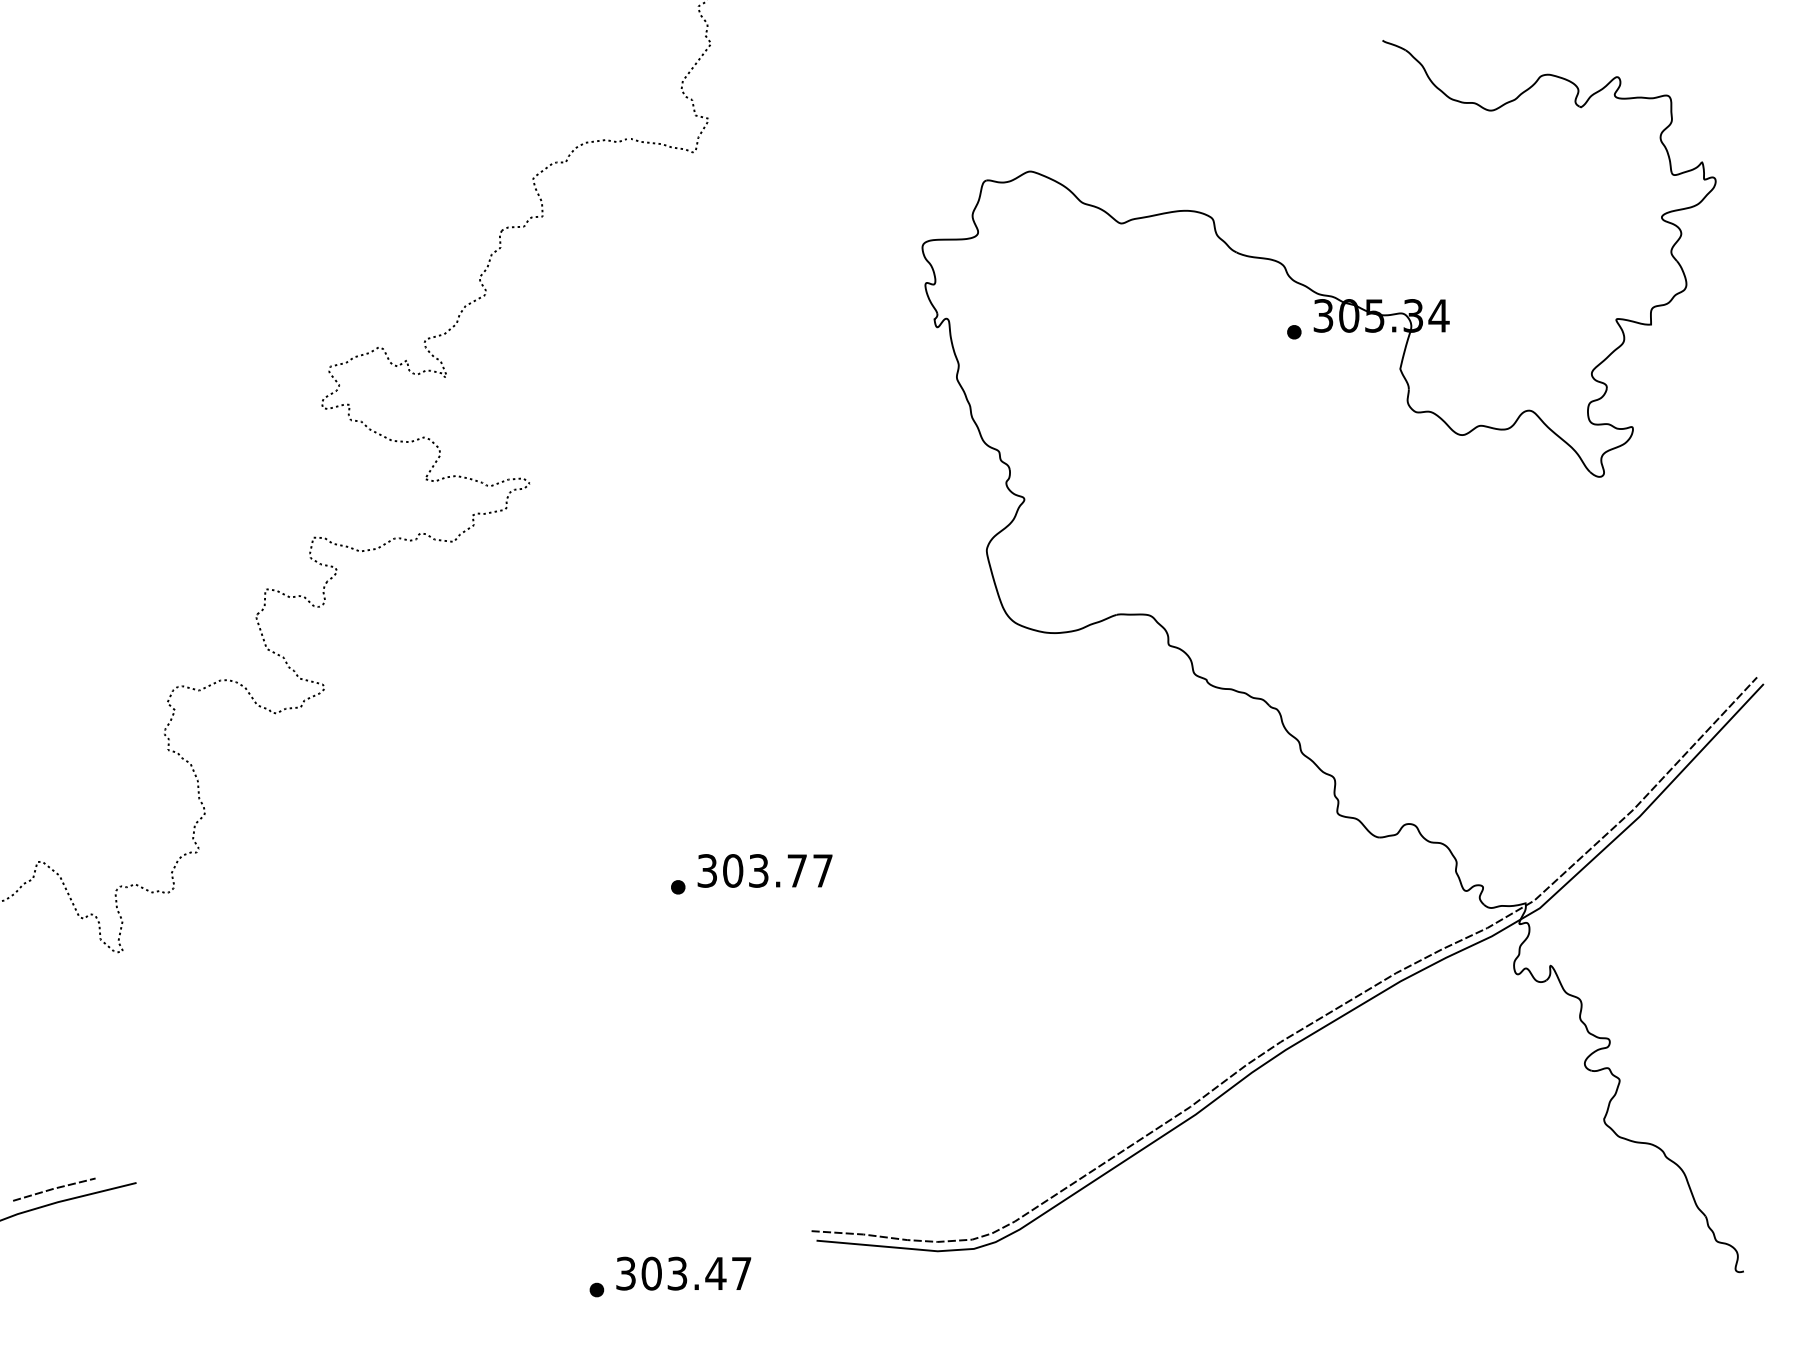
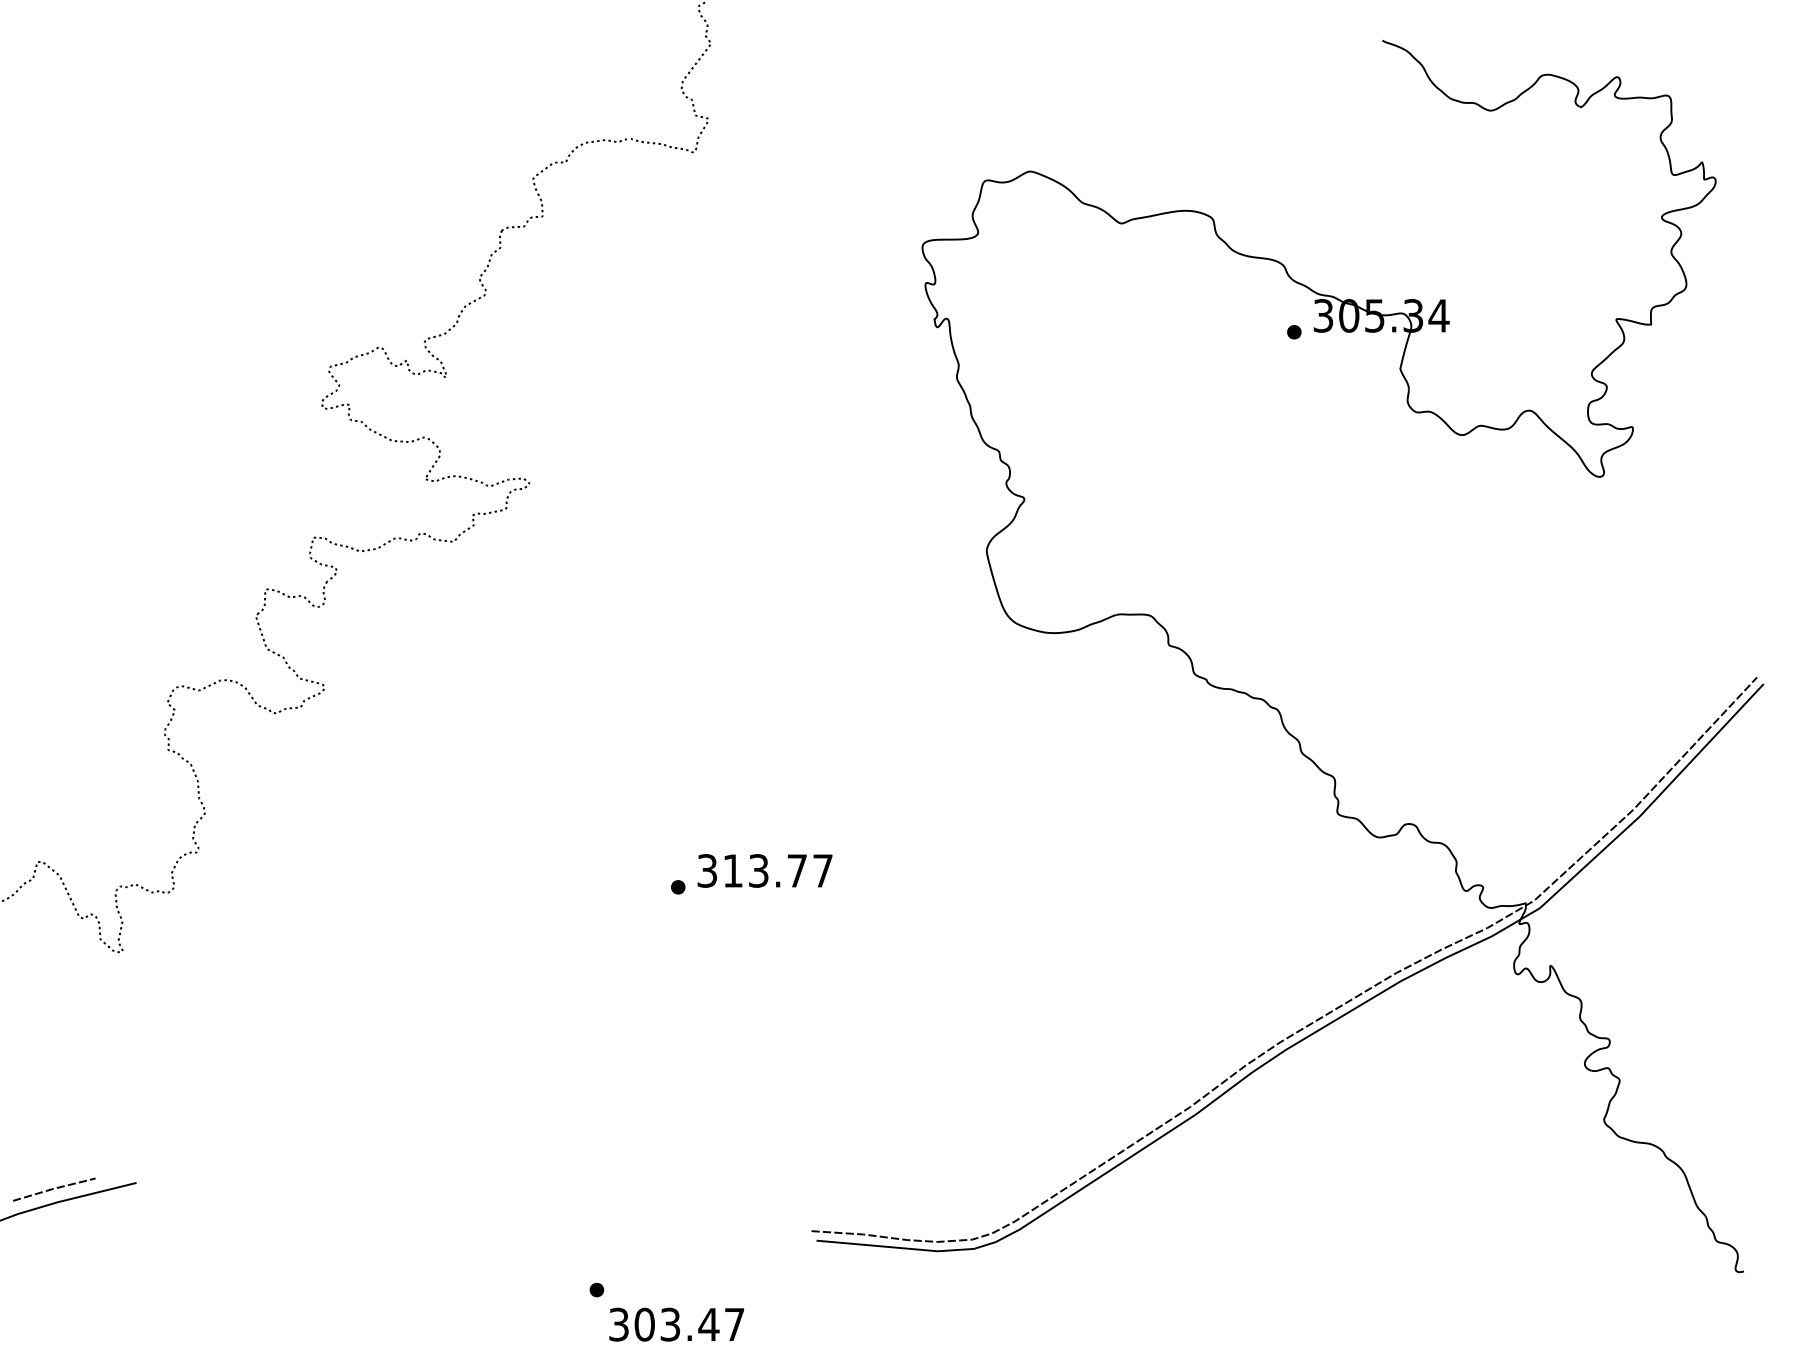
text at (733, 870): 303.77 -> 313.77
text at (683, 1273) position: (683, 1273) -> (676, 1324)
